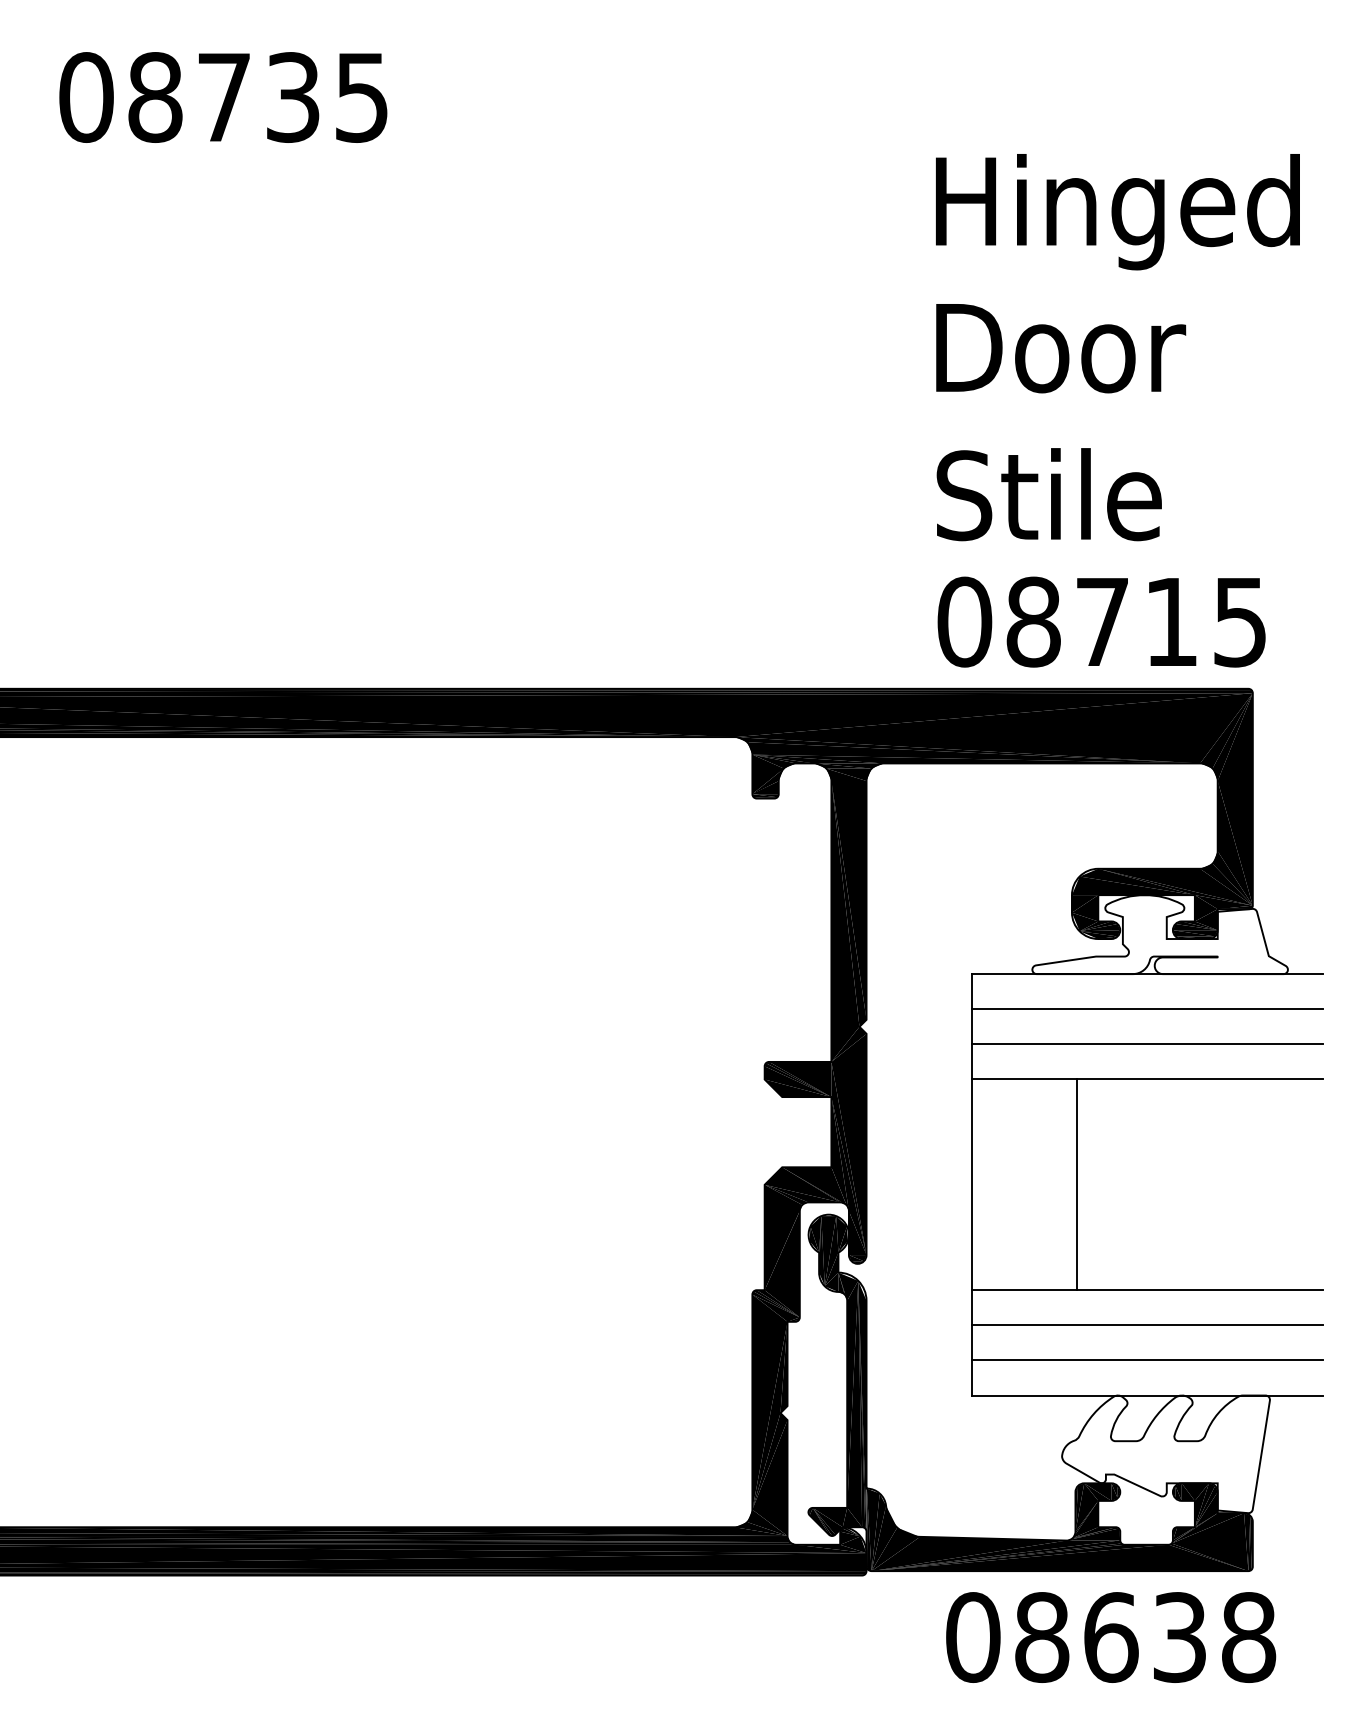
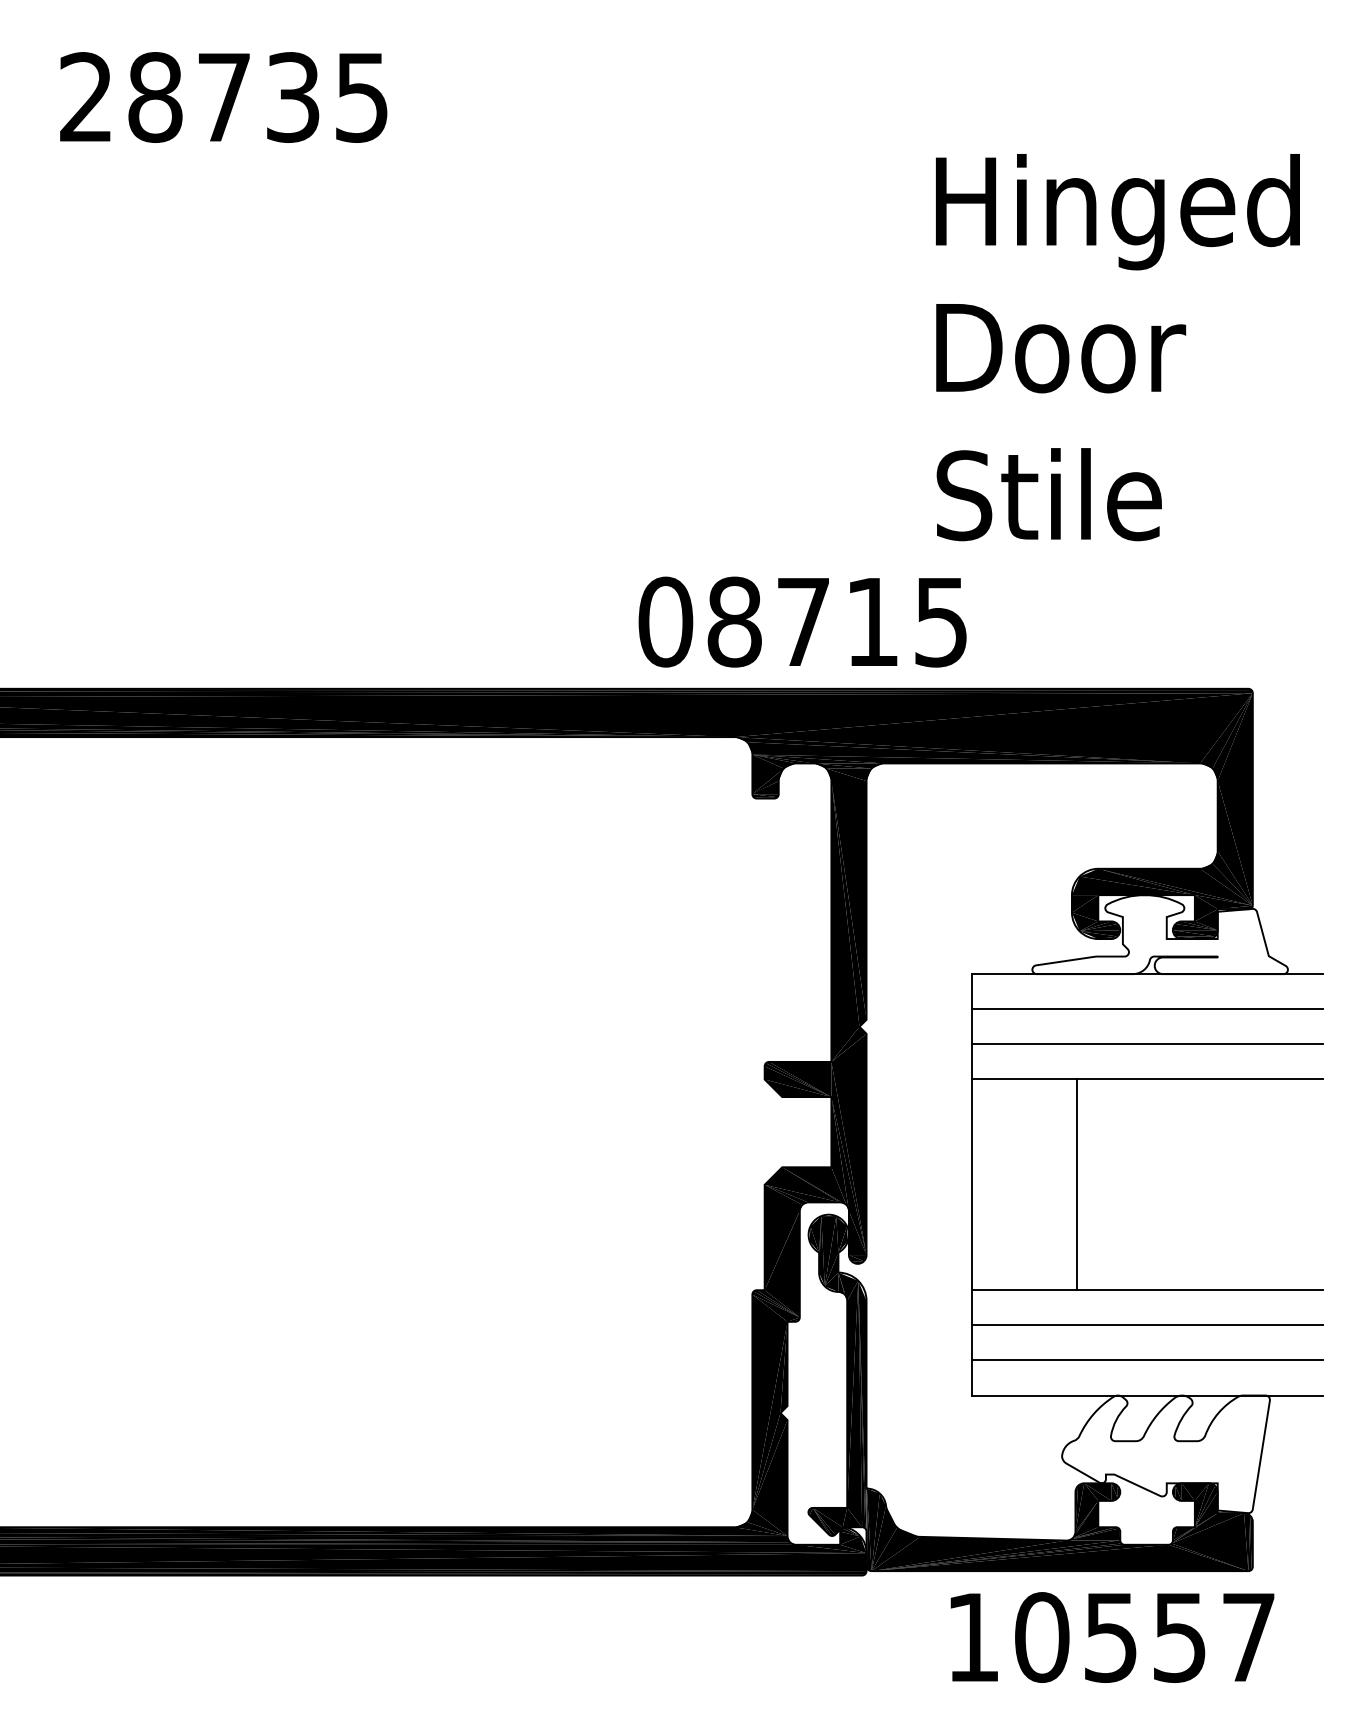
text at (86, 97): 08735 -> 28735
text at (1101, 621) position: (1101, 621) -> (802, 621)
text at (1111, 1637): 08638 -> 10557
